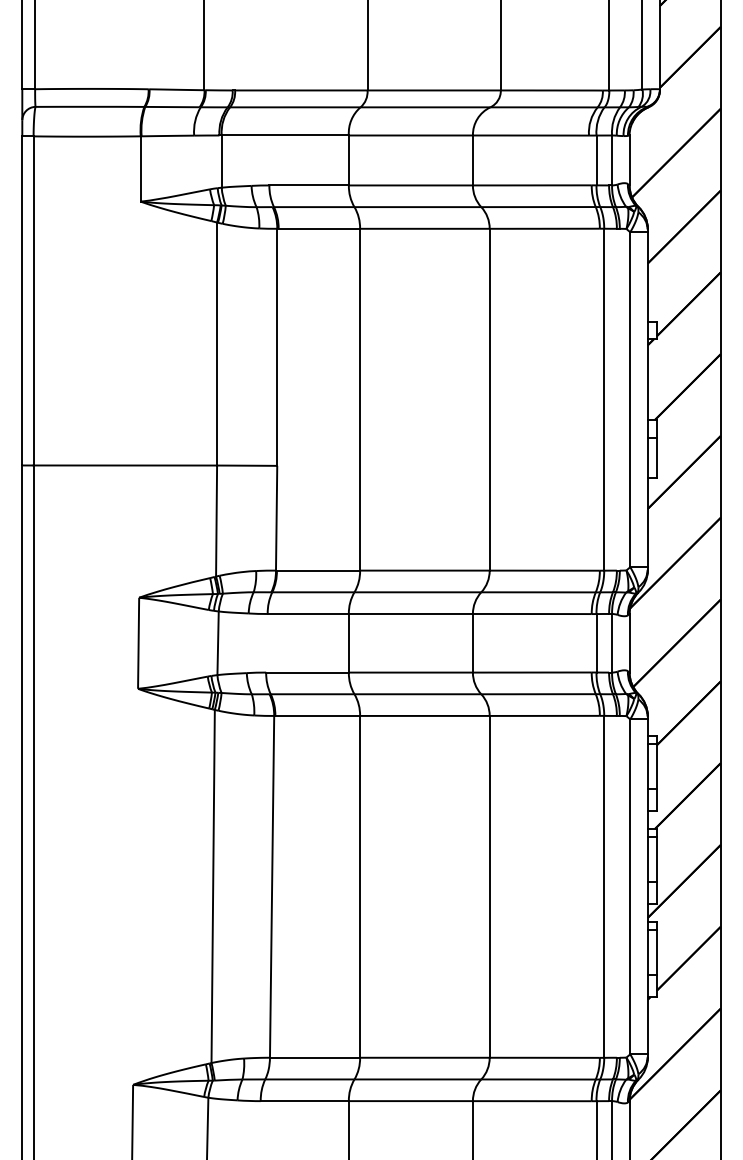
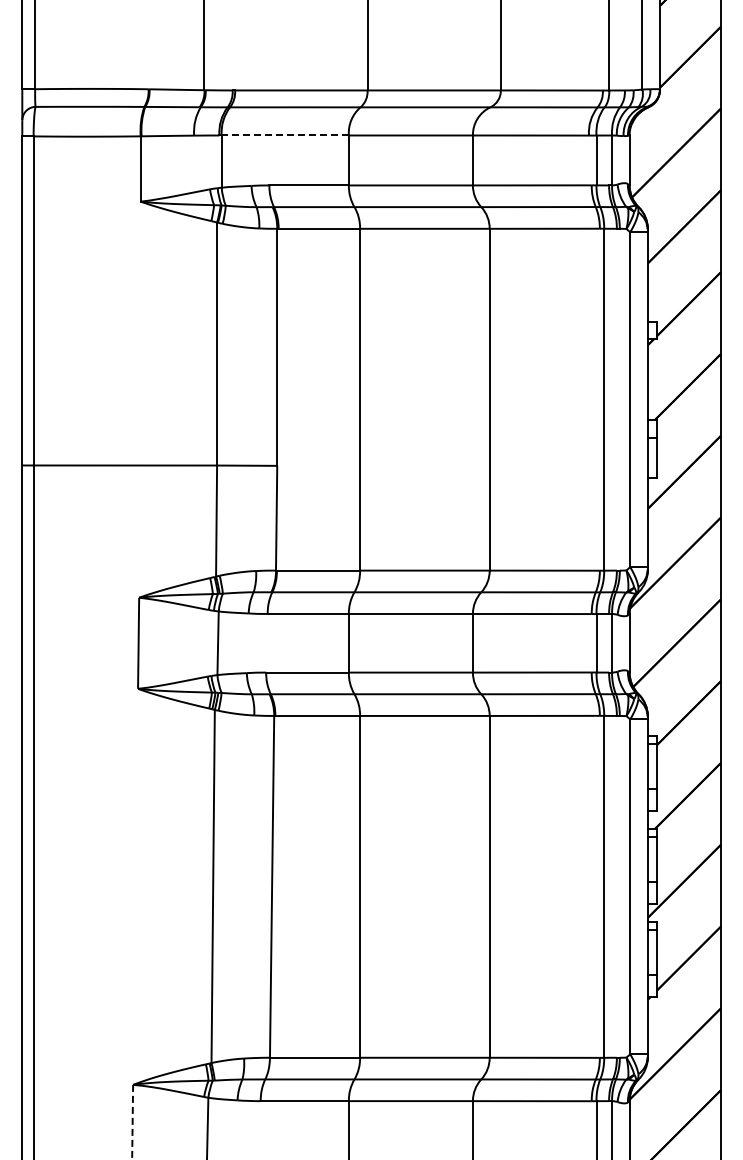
line at (285, 135): solid -> dashed
line at (132, 1122): solid -> dashed
